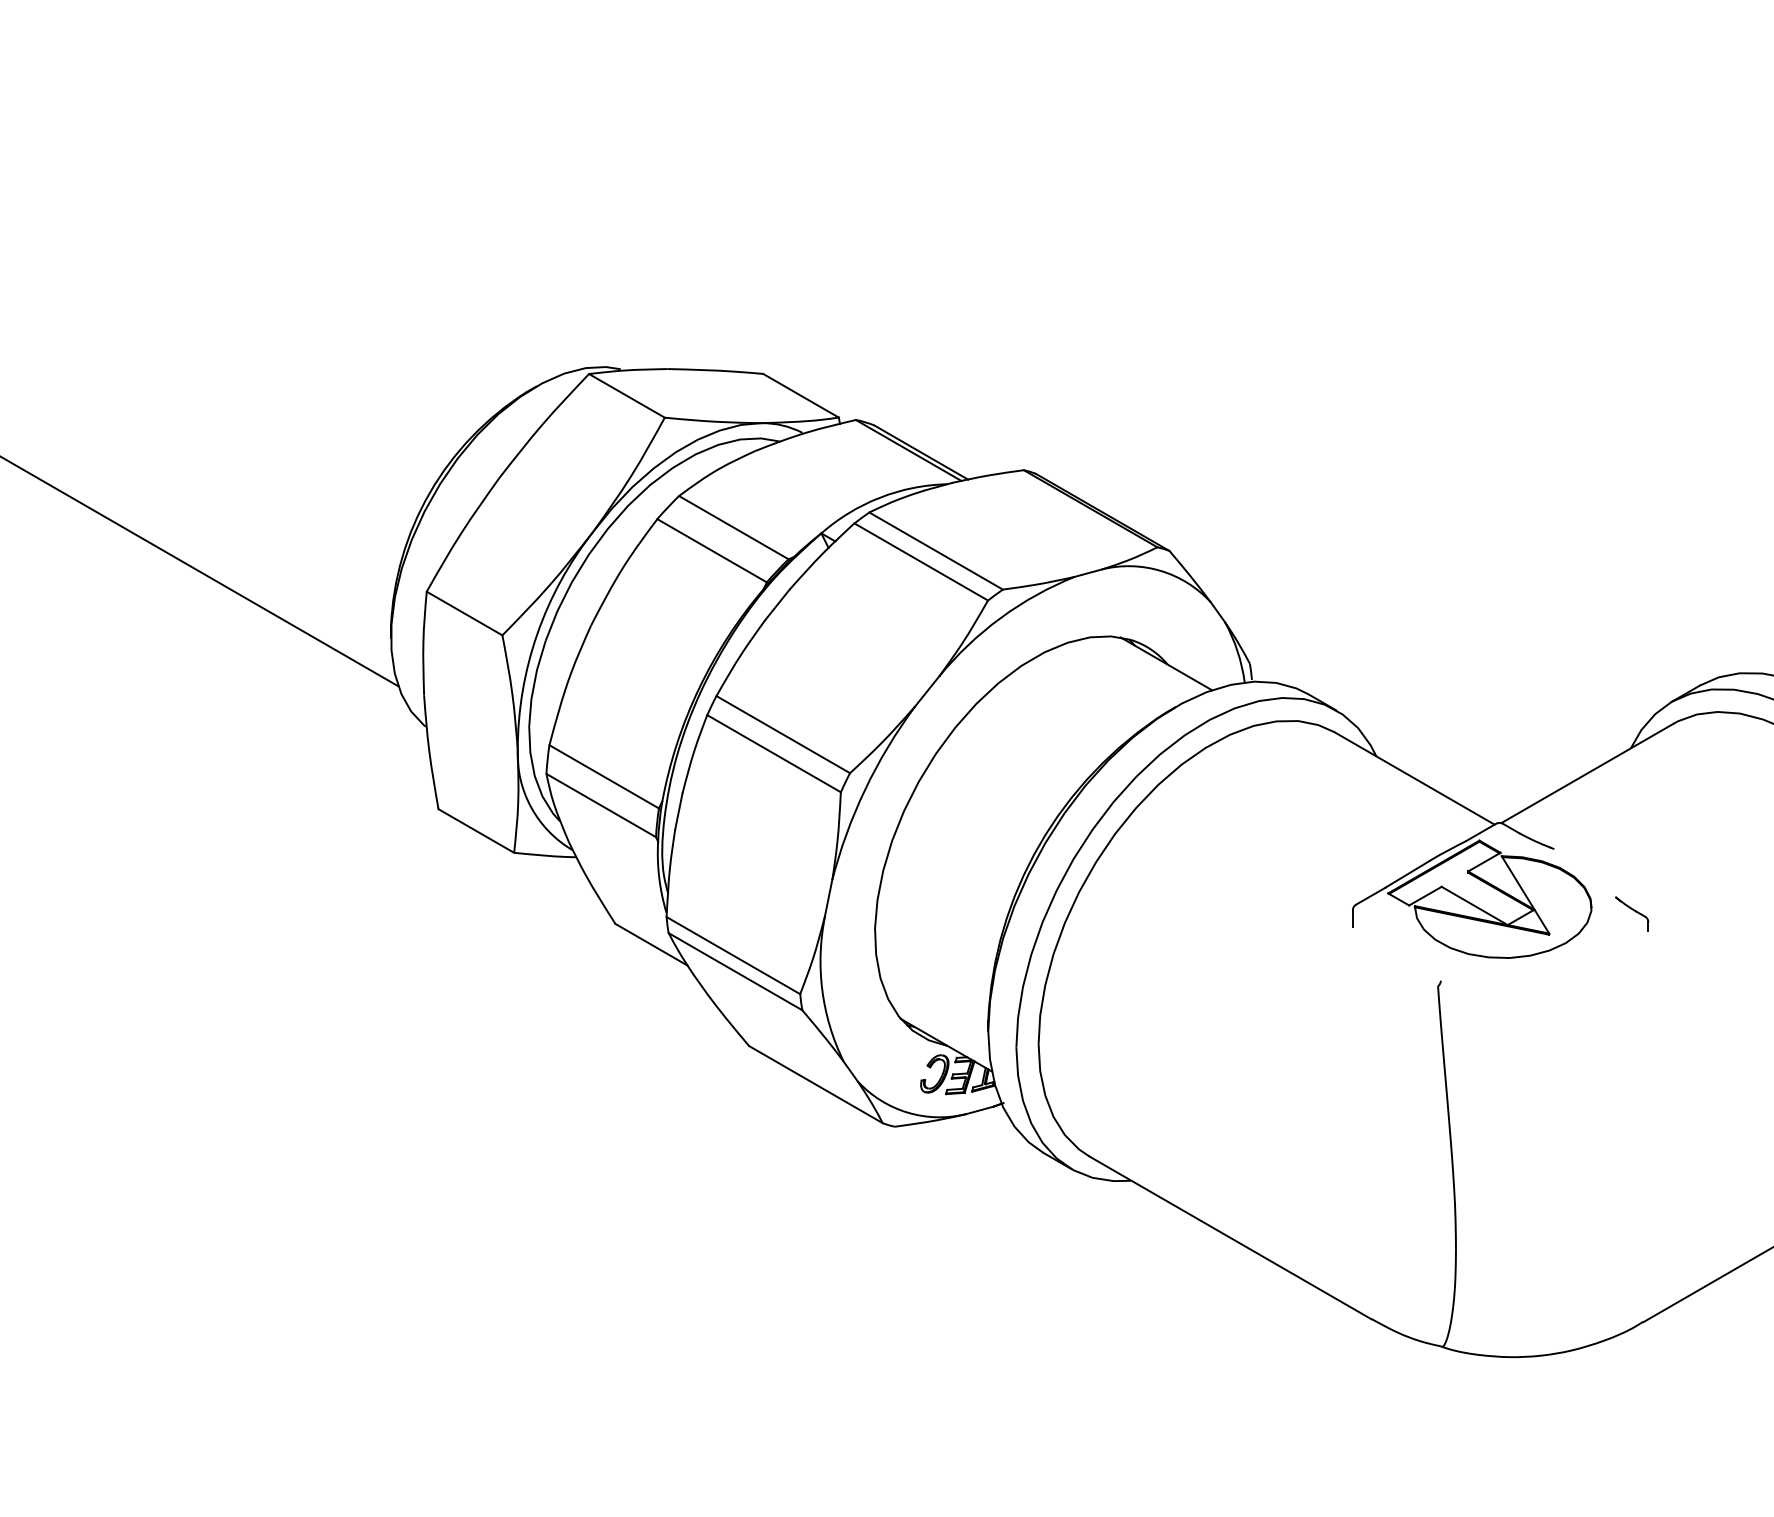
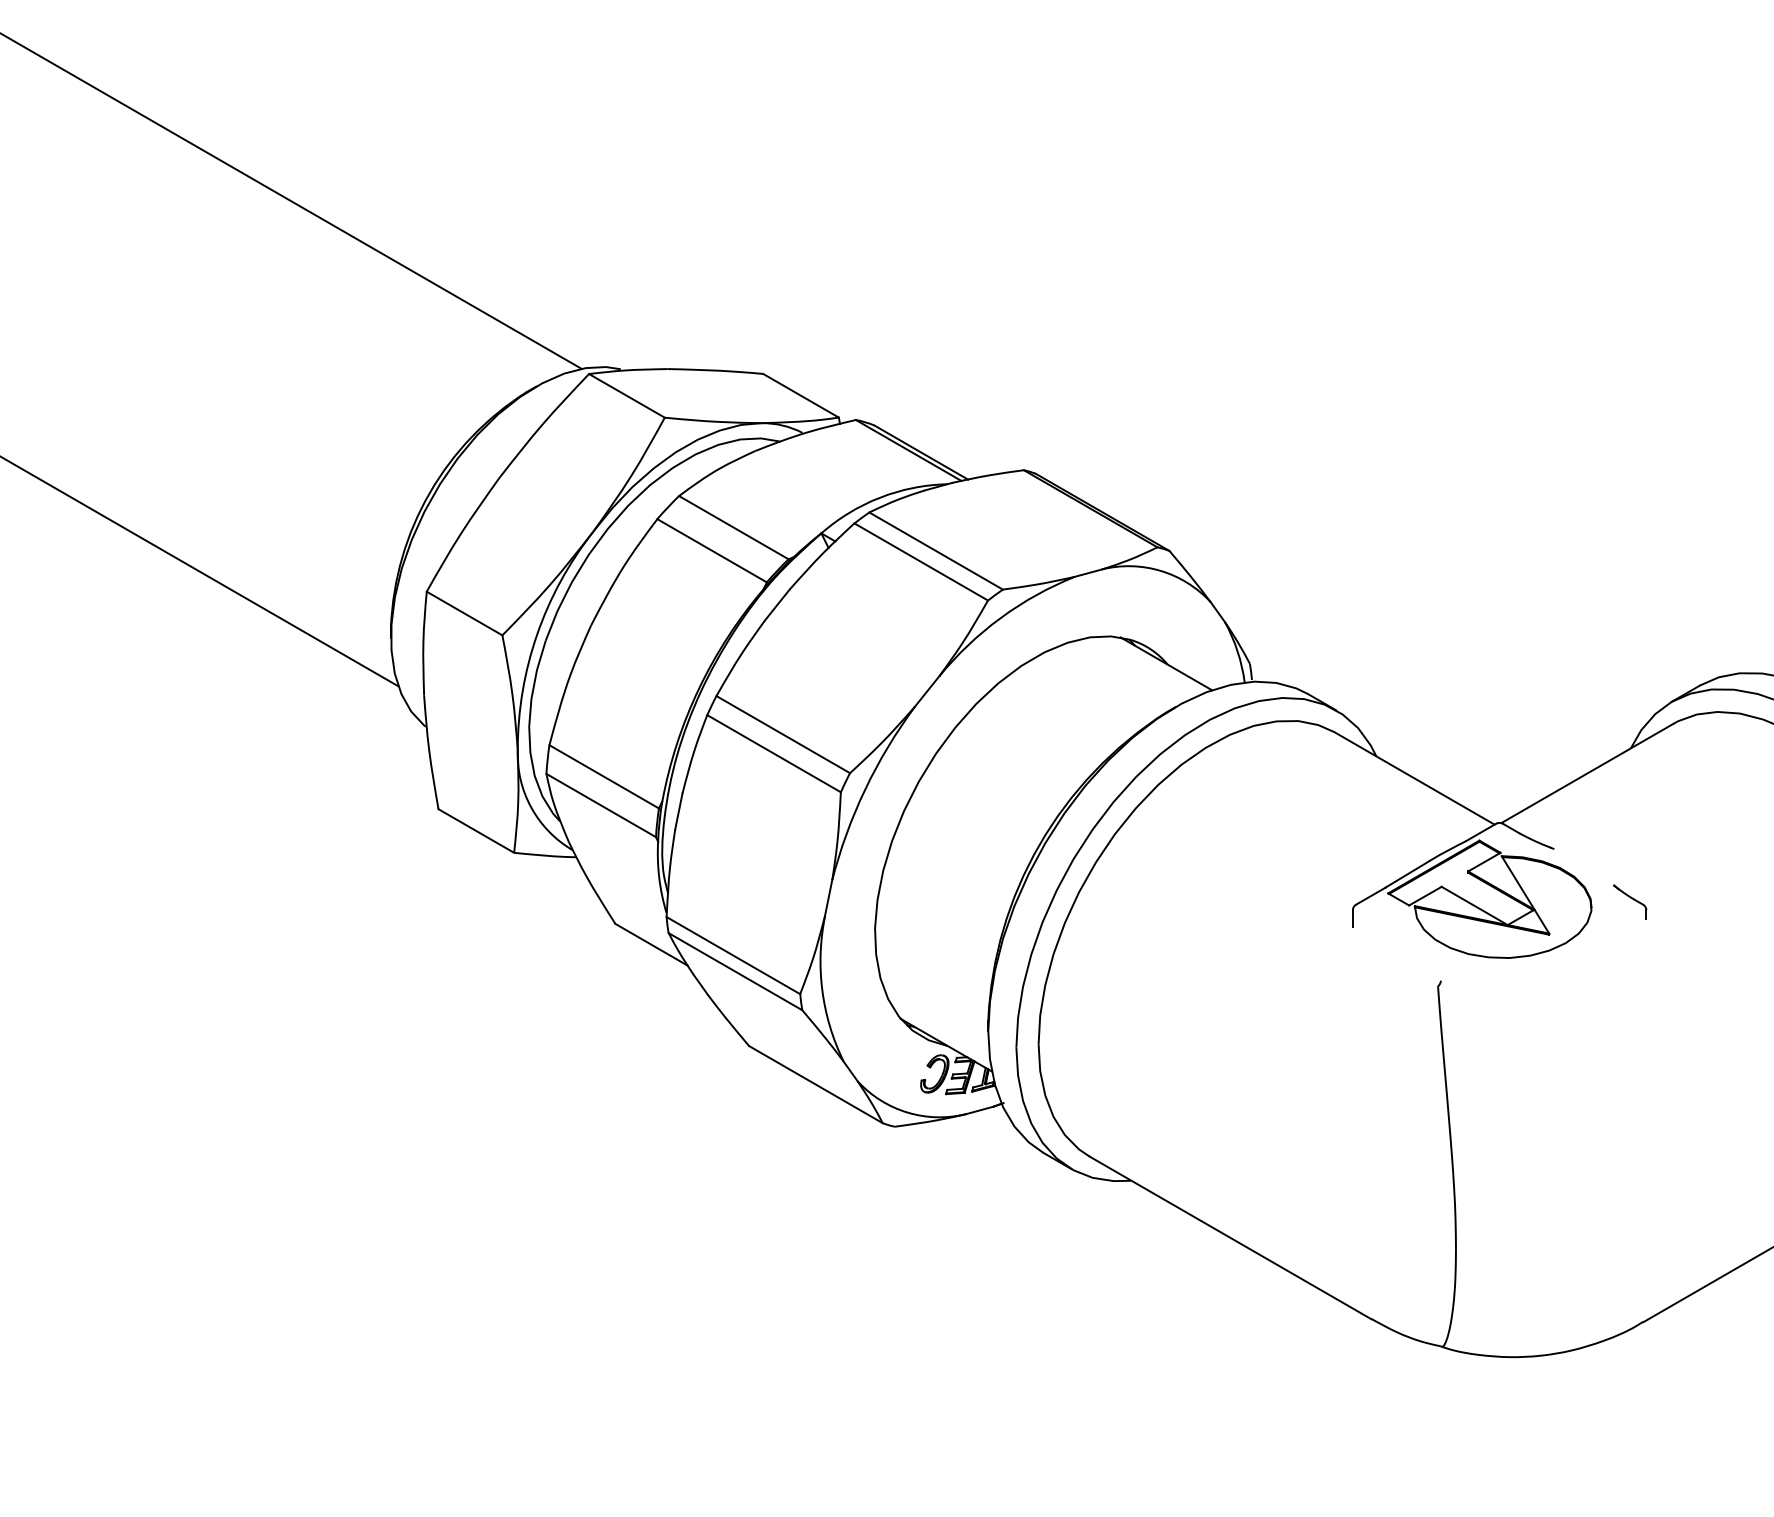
line at (291, 201): none -> present
part at (1632, 913) position: (1632, 913) -> (1630, 901)
